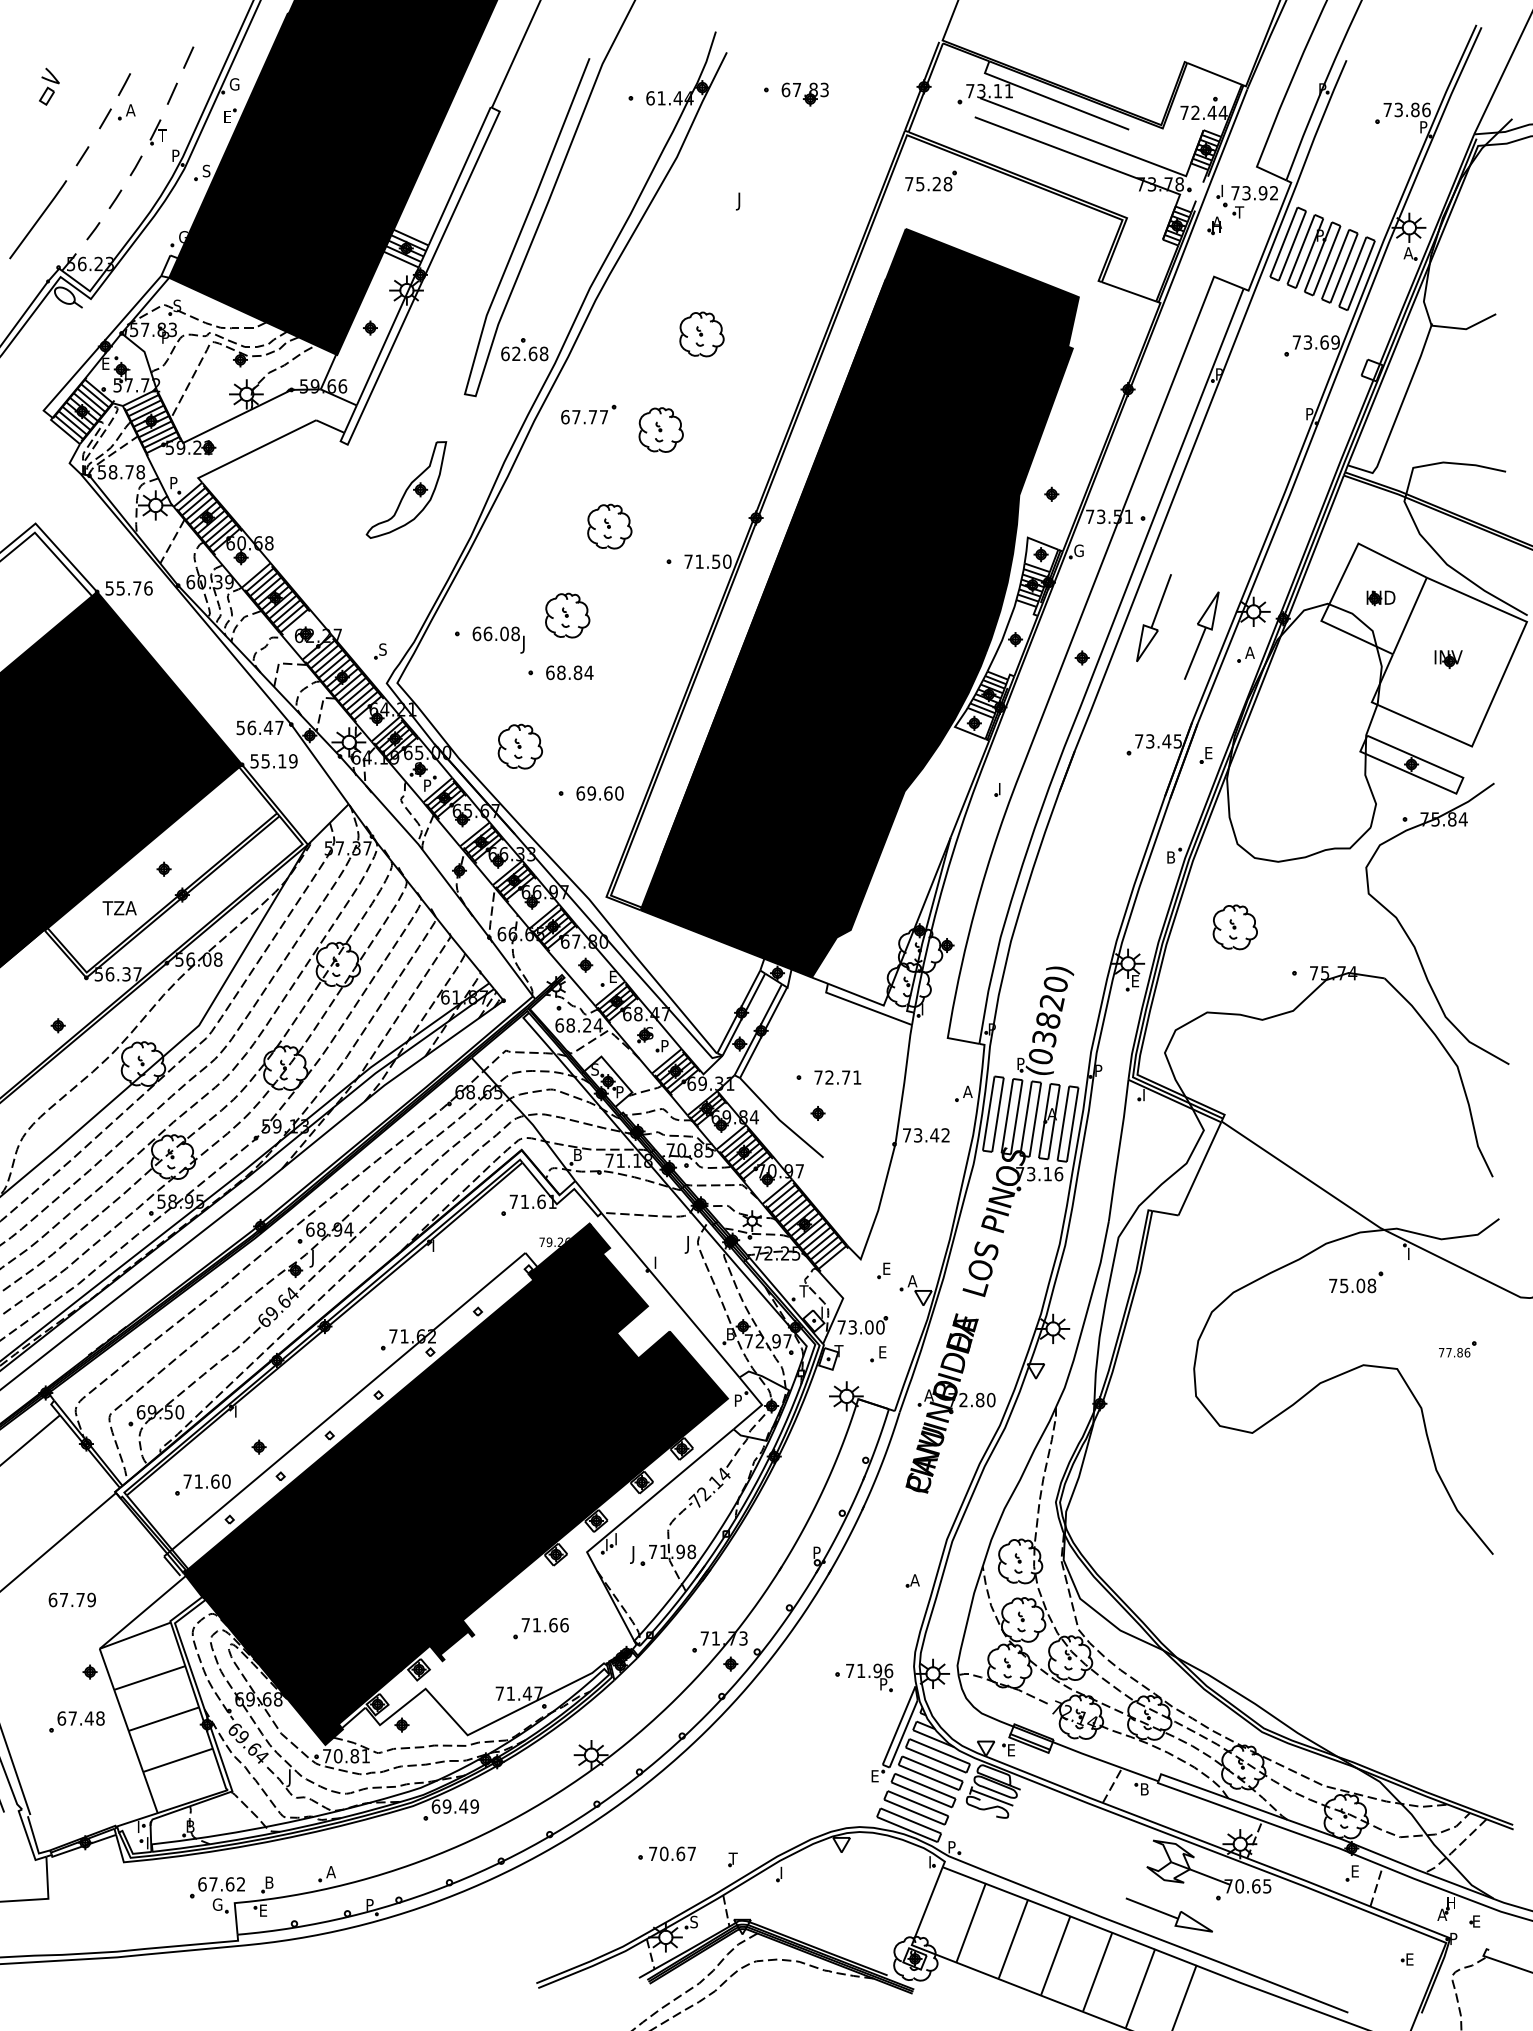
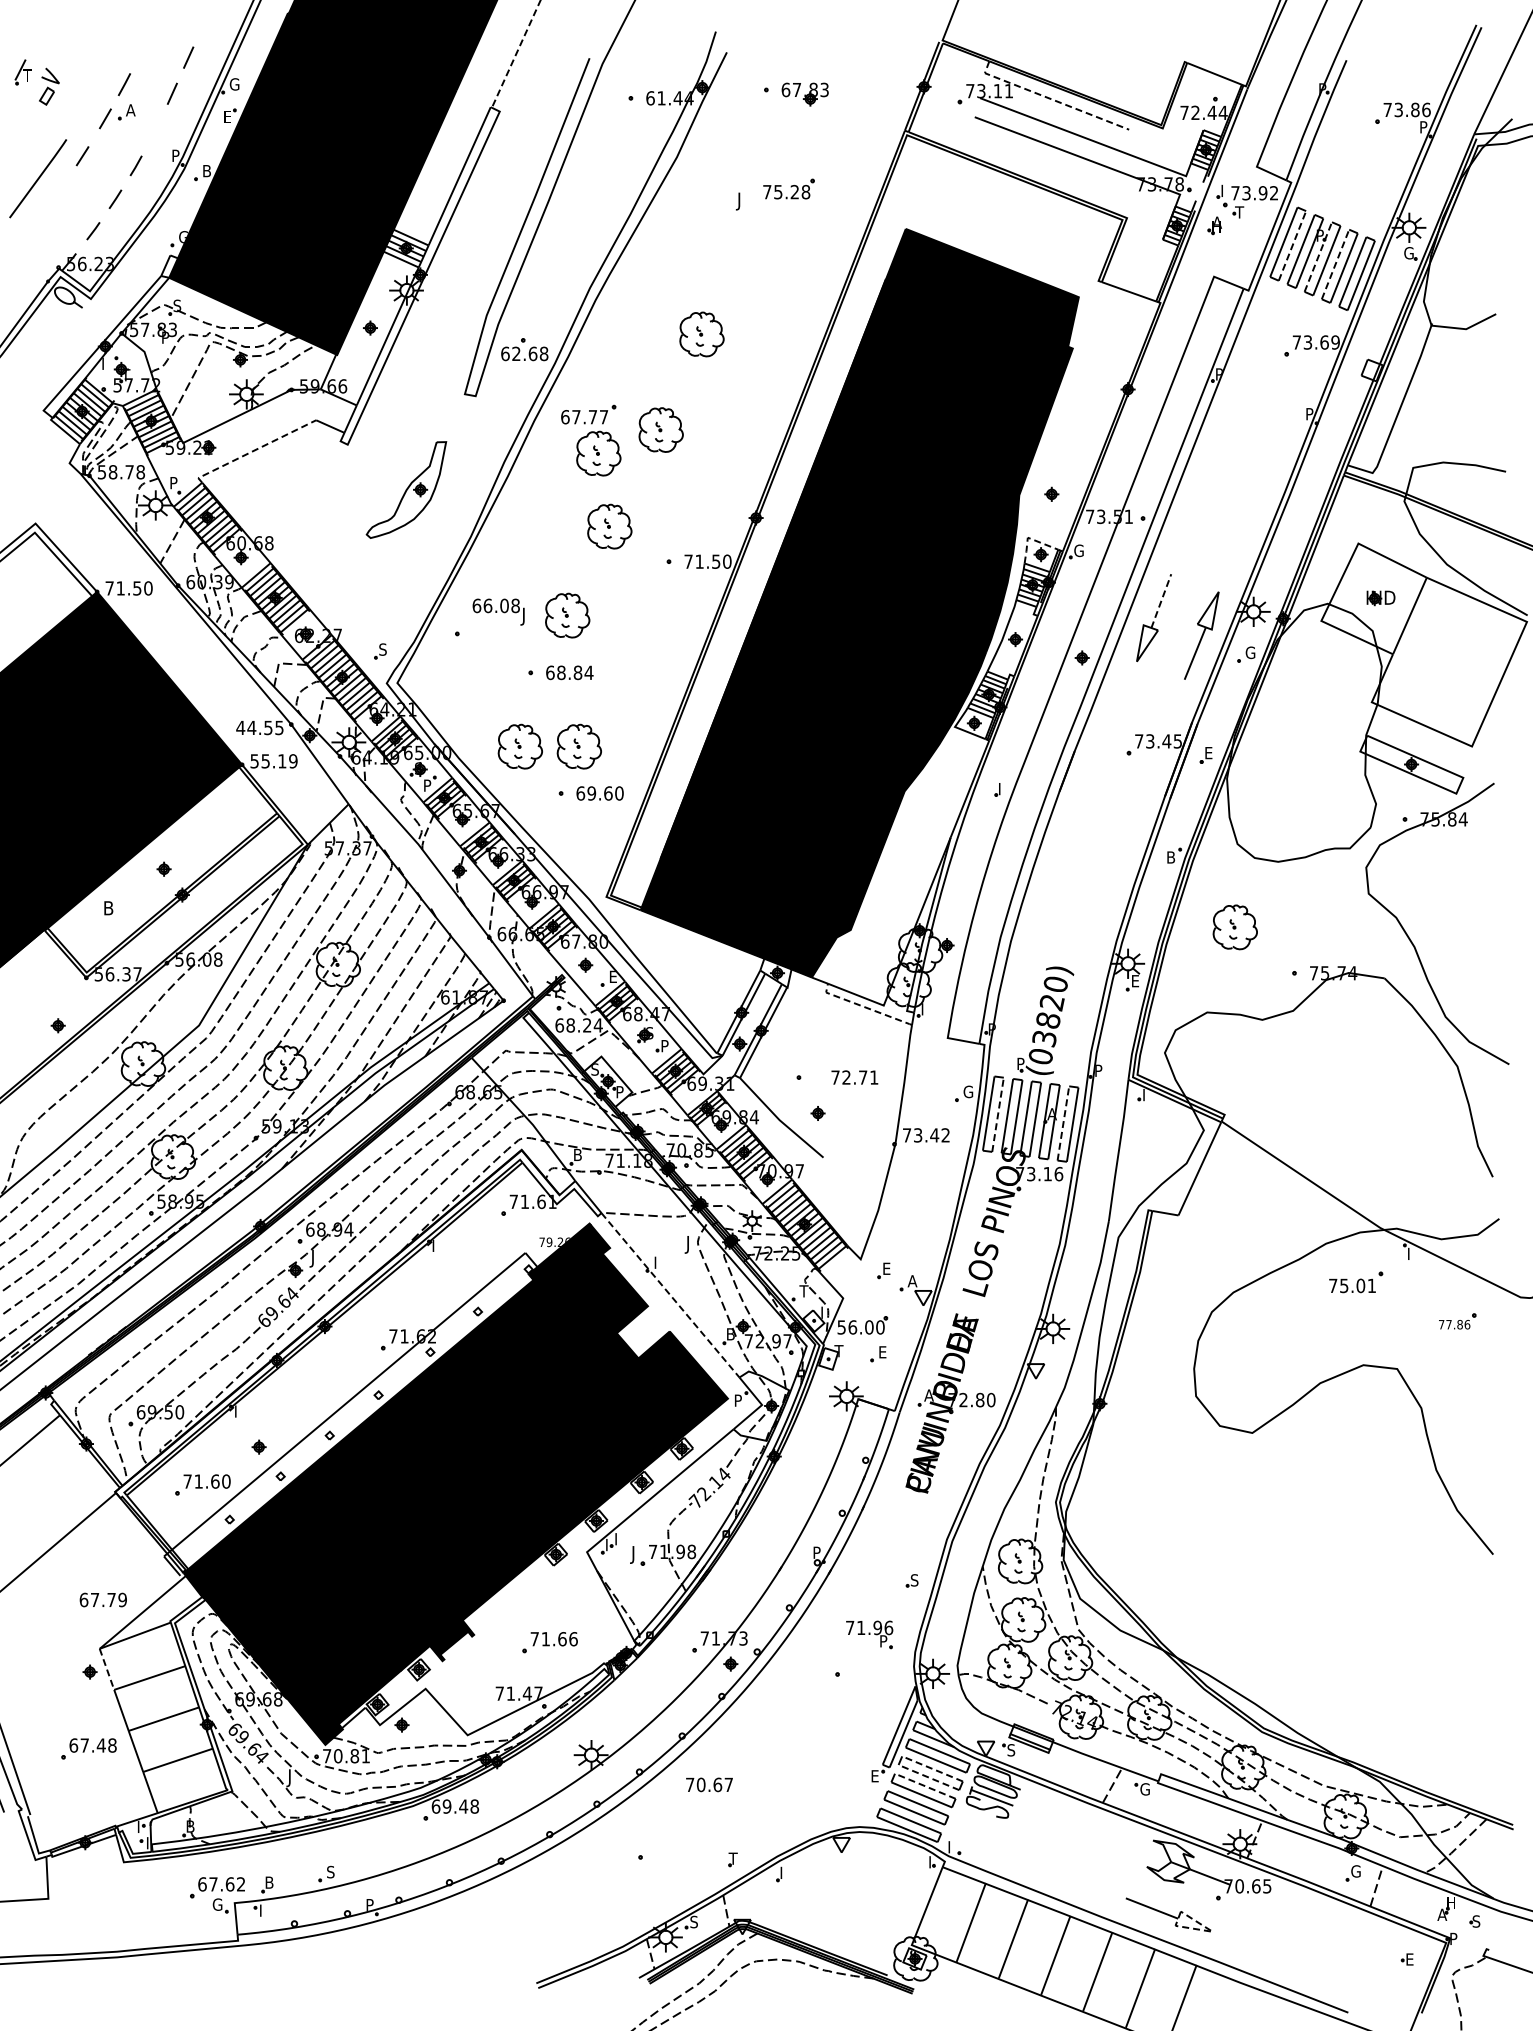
line at (516, 54): solid -> dashed
line at (1051, 99): solid -> dashed
part at (157, 132) position: (157, 132) -> (22, 72)
text at (206, 170): S -> B
part at (930, 180) position: (930, 180) -> (788, 188)
line at (38, 219) position: (38, 219) -> (38, 178)
line at (1292, 245): solid -> dashed
text at (1408, 253): A -> G
line at (1318, 256): solid -> dashed
line at (1335, 264): solid -> dashed
text at (106, 363): E -> I
line at (253, 450): solid -> dashed
part at (598, 453): none -> present
line at (1029, 538): solid -> dashed
text at (128, 588): 55.76 -> 71.50
line at (1161, 601): solid -> dashed
text at (498, 639) position: (498, 639) -> (498, 611)
text at (1250, 652): A -> G
part at (1448, 659): present -> none
text at (259, 727): 56.47 -> 44.55
part at (578, 746): none -> present
text at (119, 908): TZA -> B
line at (864, 1006): solid -> dashed
text at (837, 1077) position: (837, 1077) -> (854, 1077)
text at (968, 1091): A -> G
line at (998, 1114): solid -> dashed
line at (1063, 1123): solid -> dashed
text at (1371, 1285): 75.08 -> 75.01
line at (670, 1295): solid -> dashed
text at (847, 1327): 73.00 -> 56.00
part at (1457, 1349) position: (1457, 1349) -> (1457, 1321)
text at (914, 1580): A -> S
text at (71, 1599) position: (71, 1599) -> (102, 1599)
part at (540, 1628) position: (540, 1628) -> (549, 1642)
line at (106, 1669): solid -> dashed
part at (869, 1677) position: (869, 1677) -> (869, 1634)
part at (76, 1721) position: (76, 1721) -> (88, 1748)
text at (1011, 1750): E -> S
line at (932, 1768): solid -> dashed
line at (928, 1777): solid -> dashed
line at (925, 1786): solid -> dashed
text at (1144, 1789): B -> G
text at (474, 1806): 69.49 -> 69.48
text at (952, 1844): P -> I
text at (672, 1853) position: (672, 1853) -> (709, 1784)
text at (330, 1871): A -> S
text at (1355, 1871): E -> G
text at (264, 1910): E -> I
text at (1476, 1921): E -> S
line at (1204, 1930): solid -> dashed
